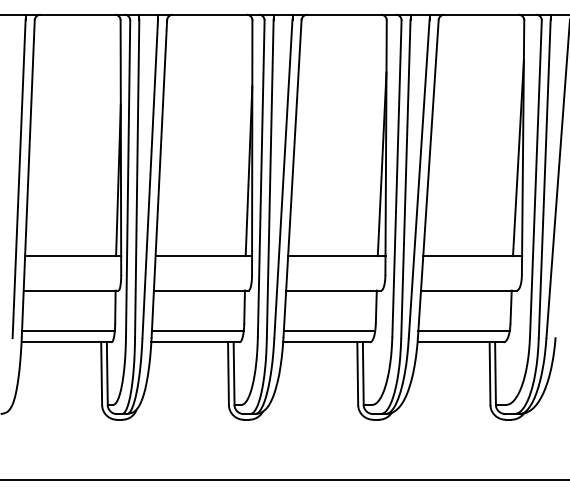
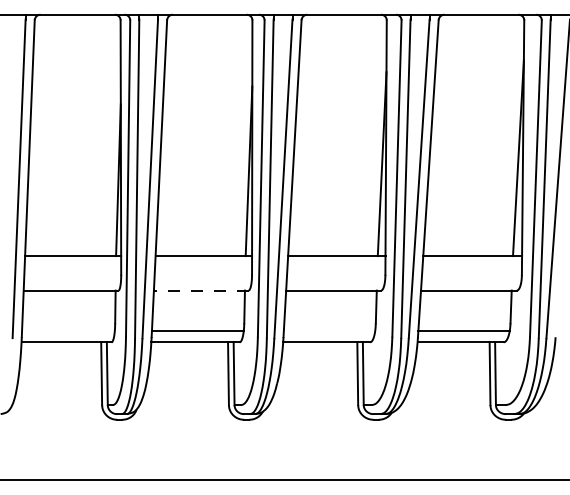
line at (200, 290): solid -> dashed
line at (68, 330): present -> none
line at (329, 330): present -> none
